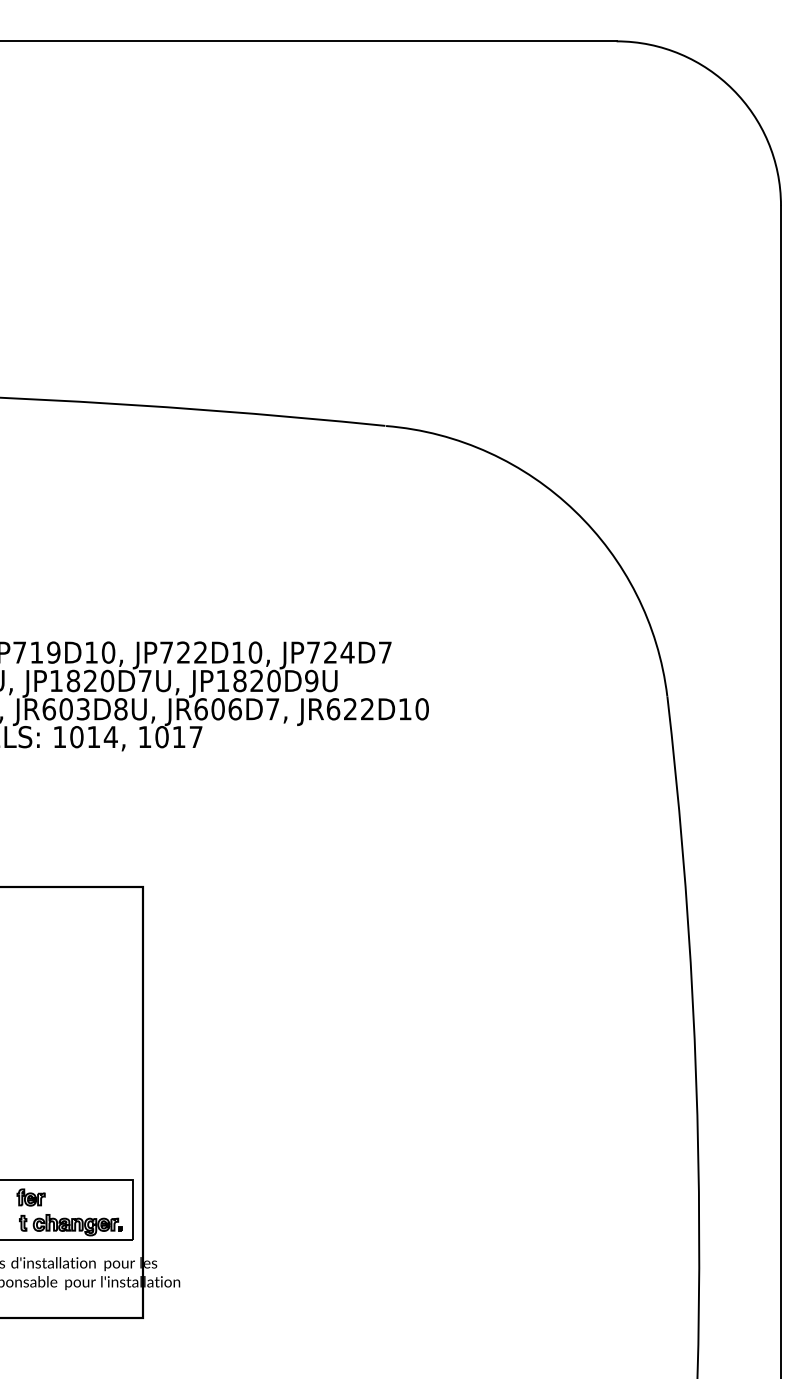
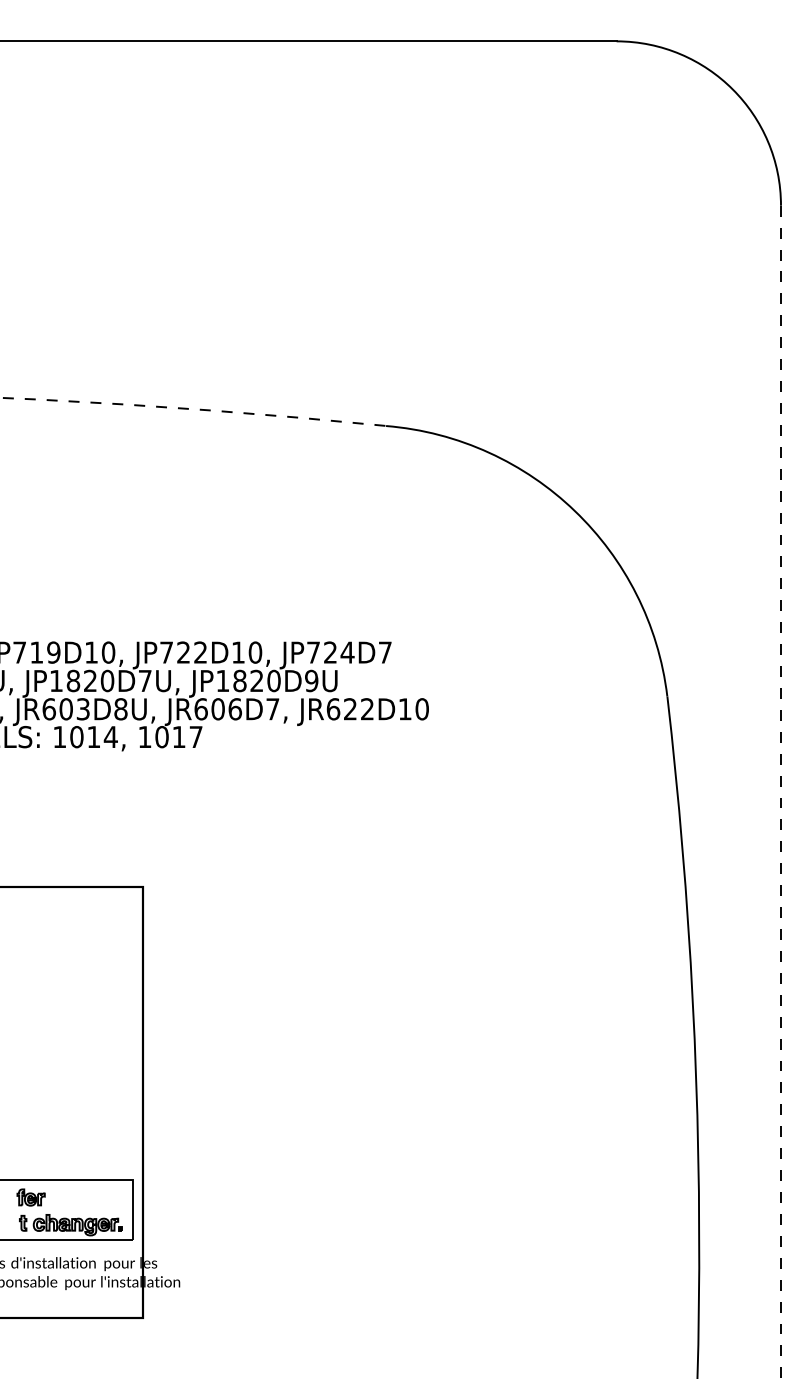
arc at (192, 409): solid -> dashed
line at (780, 791): solid -> dashed
